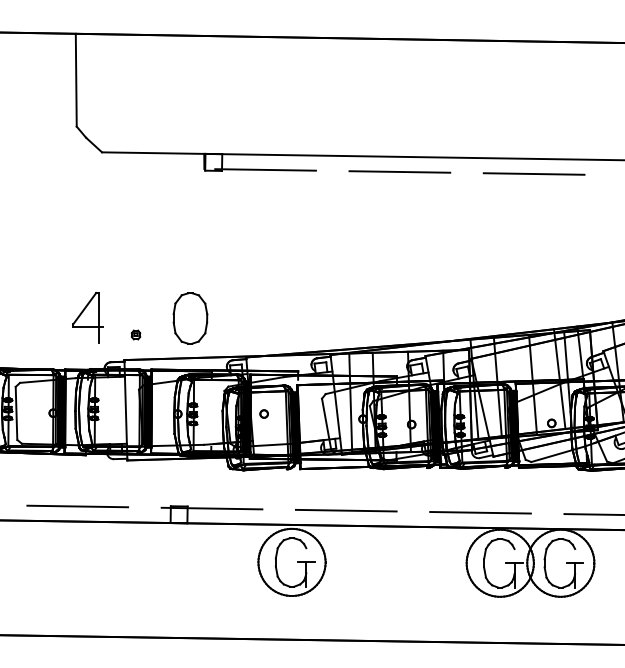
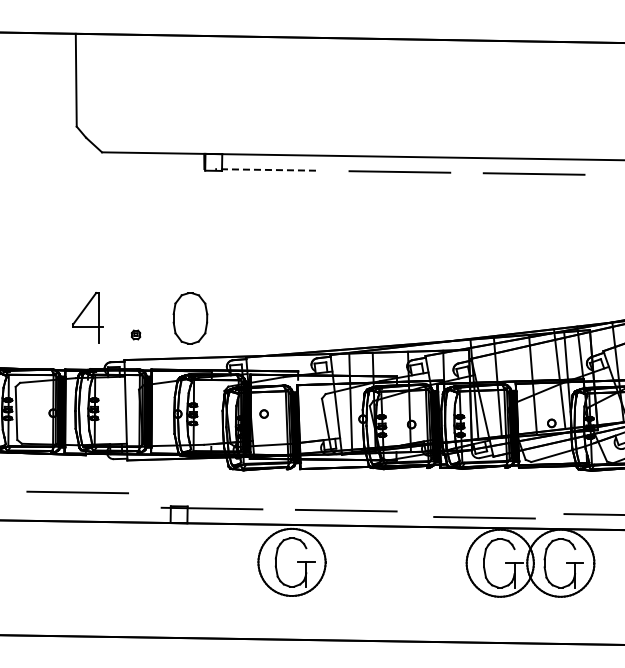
line at (265, 169): solid -> dashed
line at (77, 506) position: (77, 506) -> (77, 492)
line at (480, 512) position: (480, 512) -> (484, 517)
